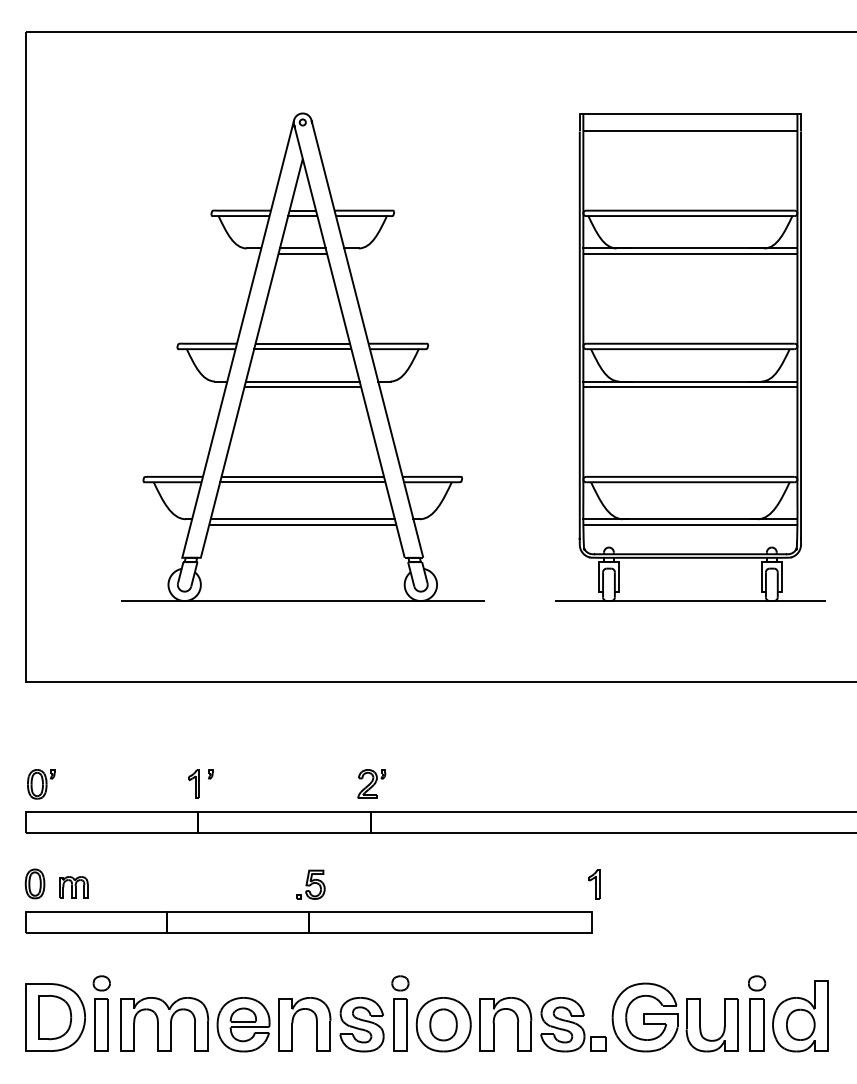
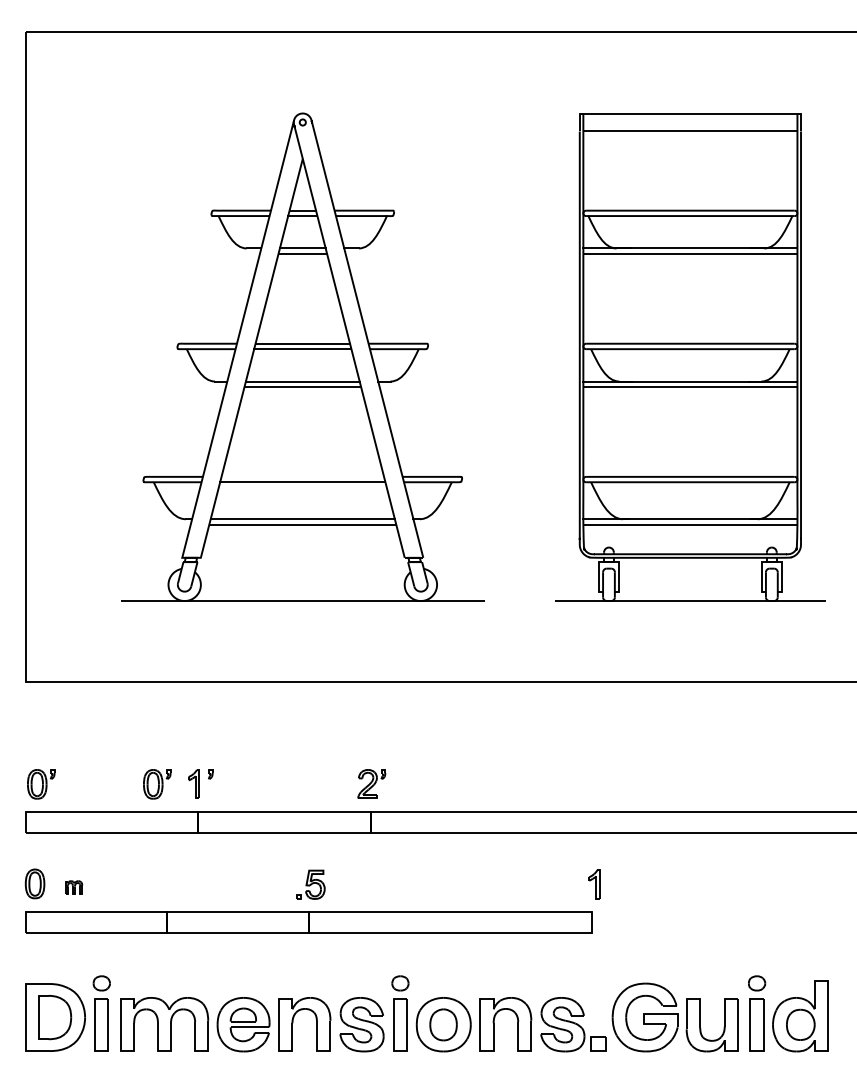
line at (302, 476): present -> none
part at (157, 784): none -> present
part at (73, 887) size: 30x23 px -> 19x15 px
